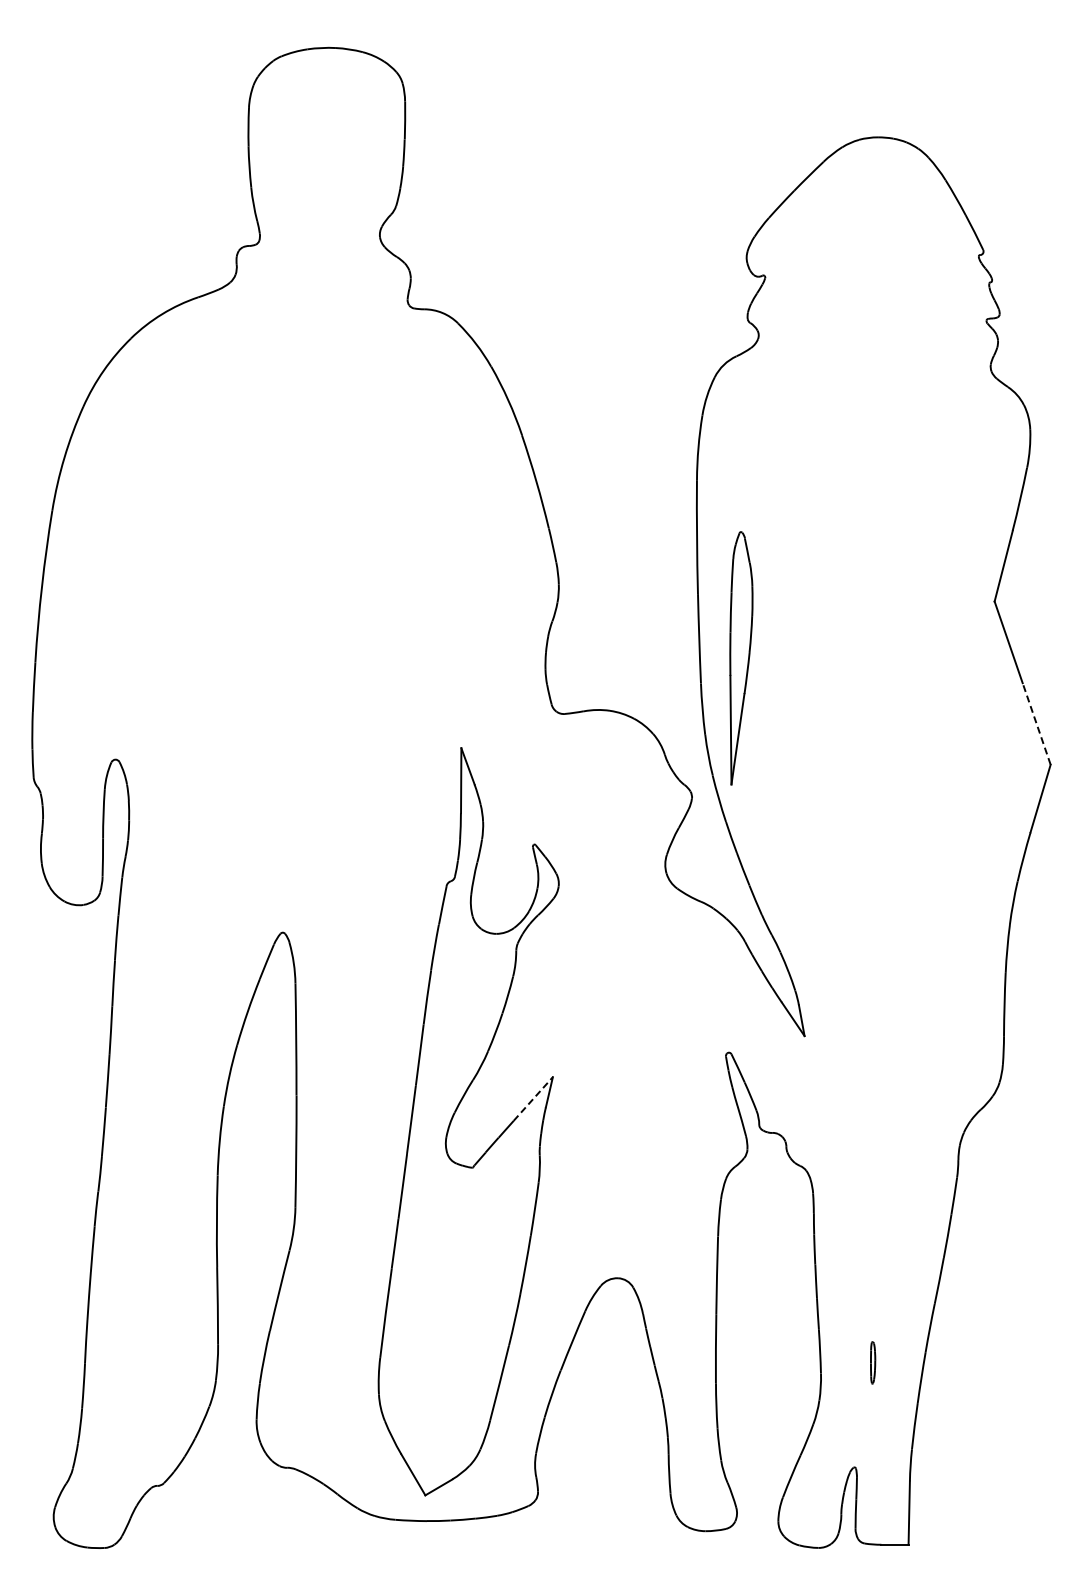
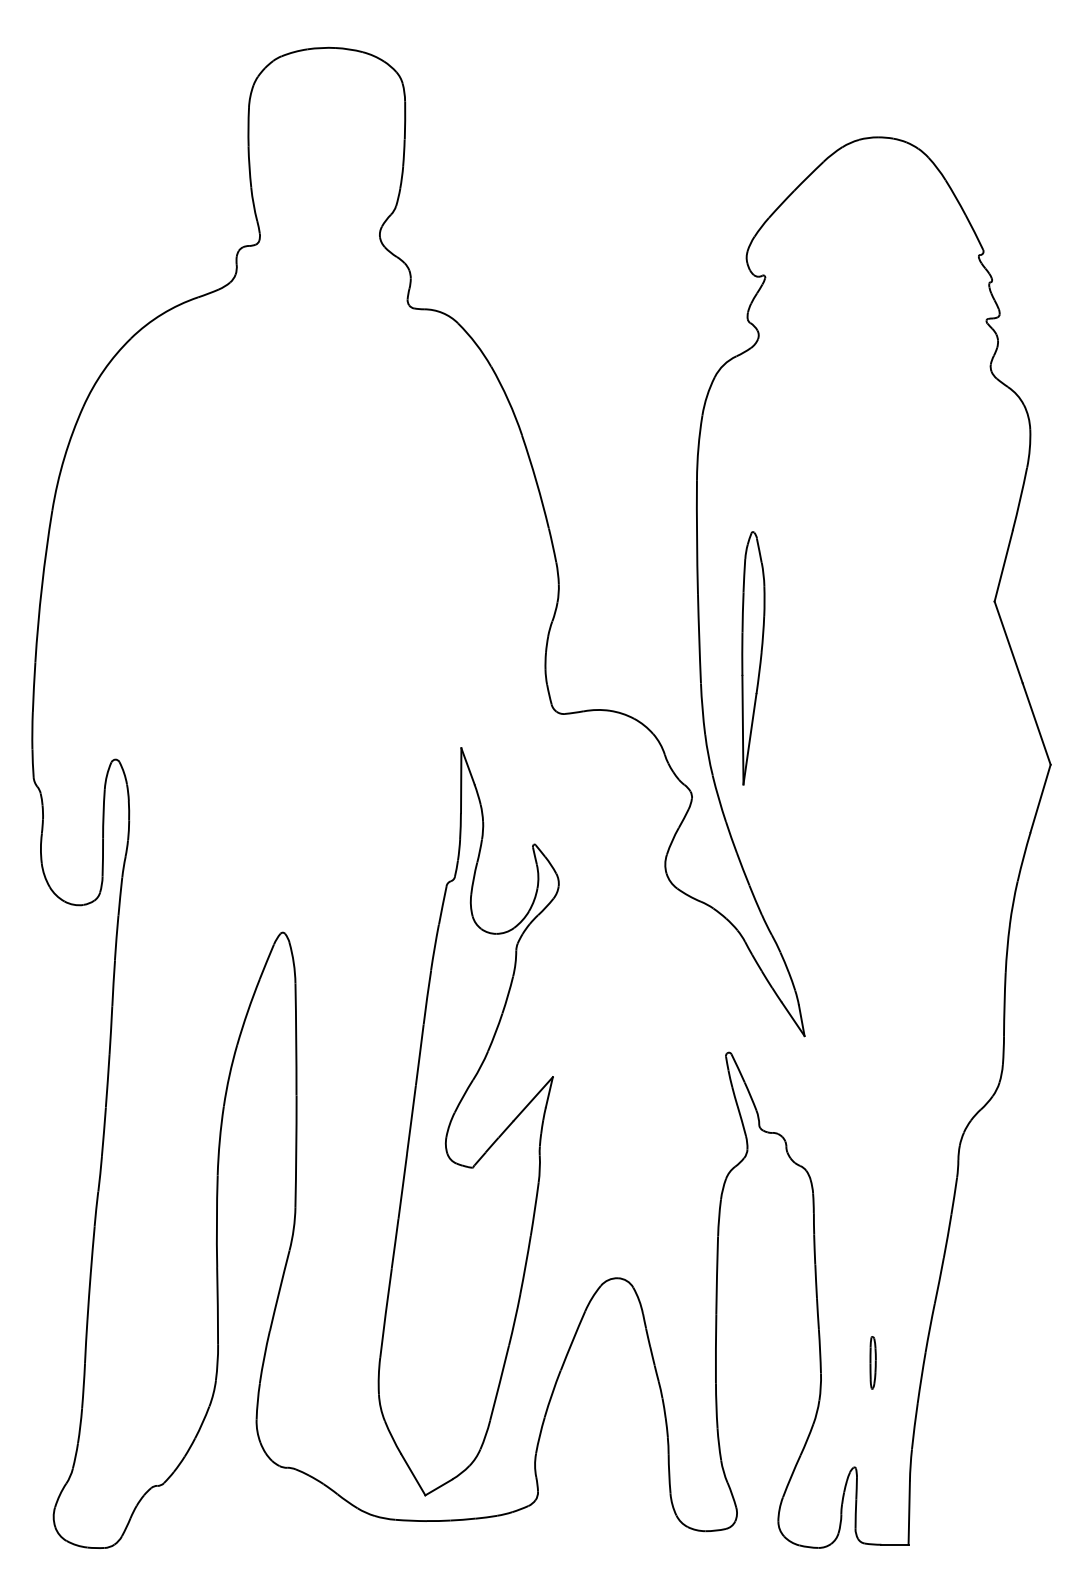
part at (741, 658) position: (741, 658) -> (753, 658)
line at (1036, 723): dashed -> solid
line at (533, 1098): dashed -> solid
part at (873, 1362) size: 7x44 px -> 8x54 px
